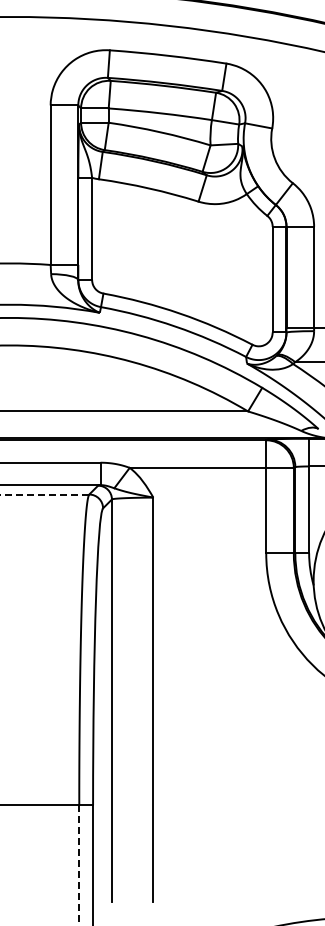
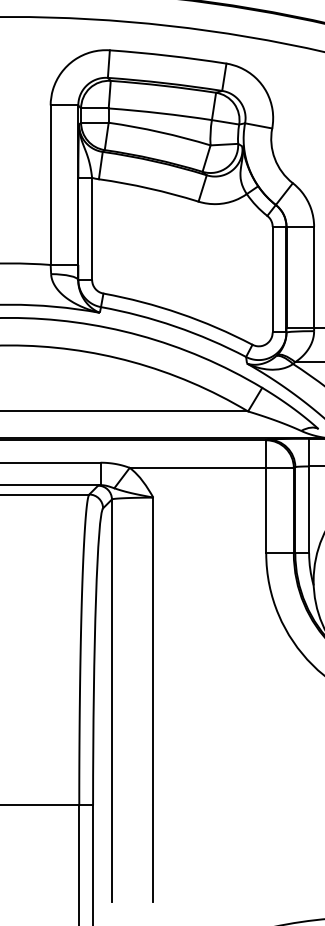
line at (44, 494): dashed -> solid
line at (79, 865): dashed -> solid
